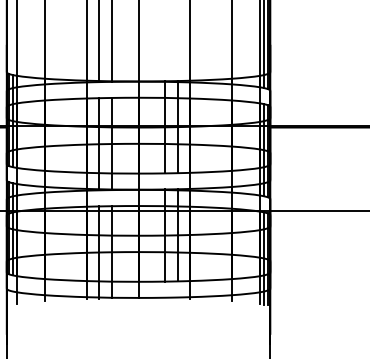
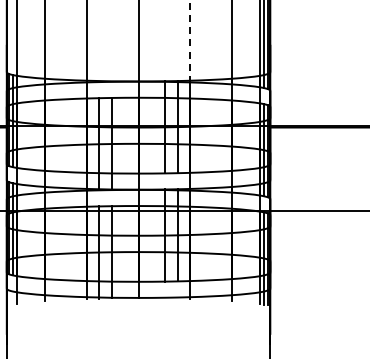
line at (112, 41): present -> none
line at (189, 41): solid -> dashed
line at (99, 42): present -> none
